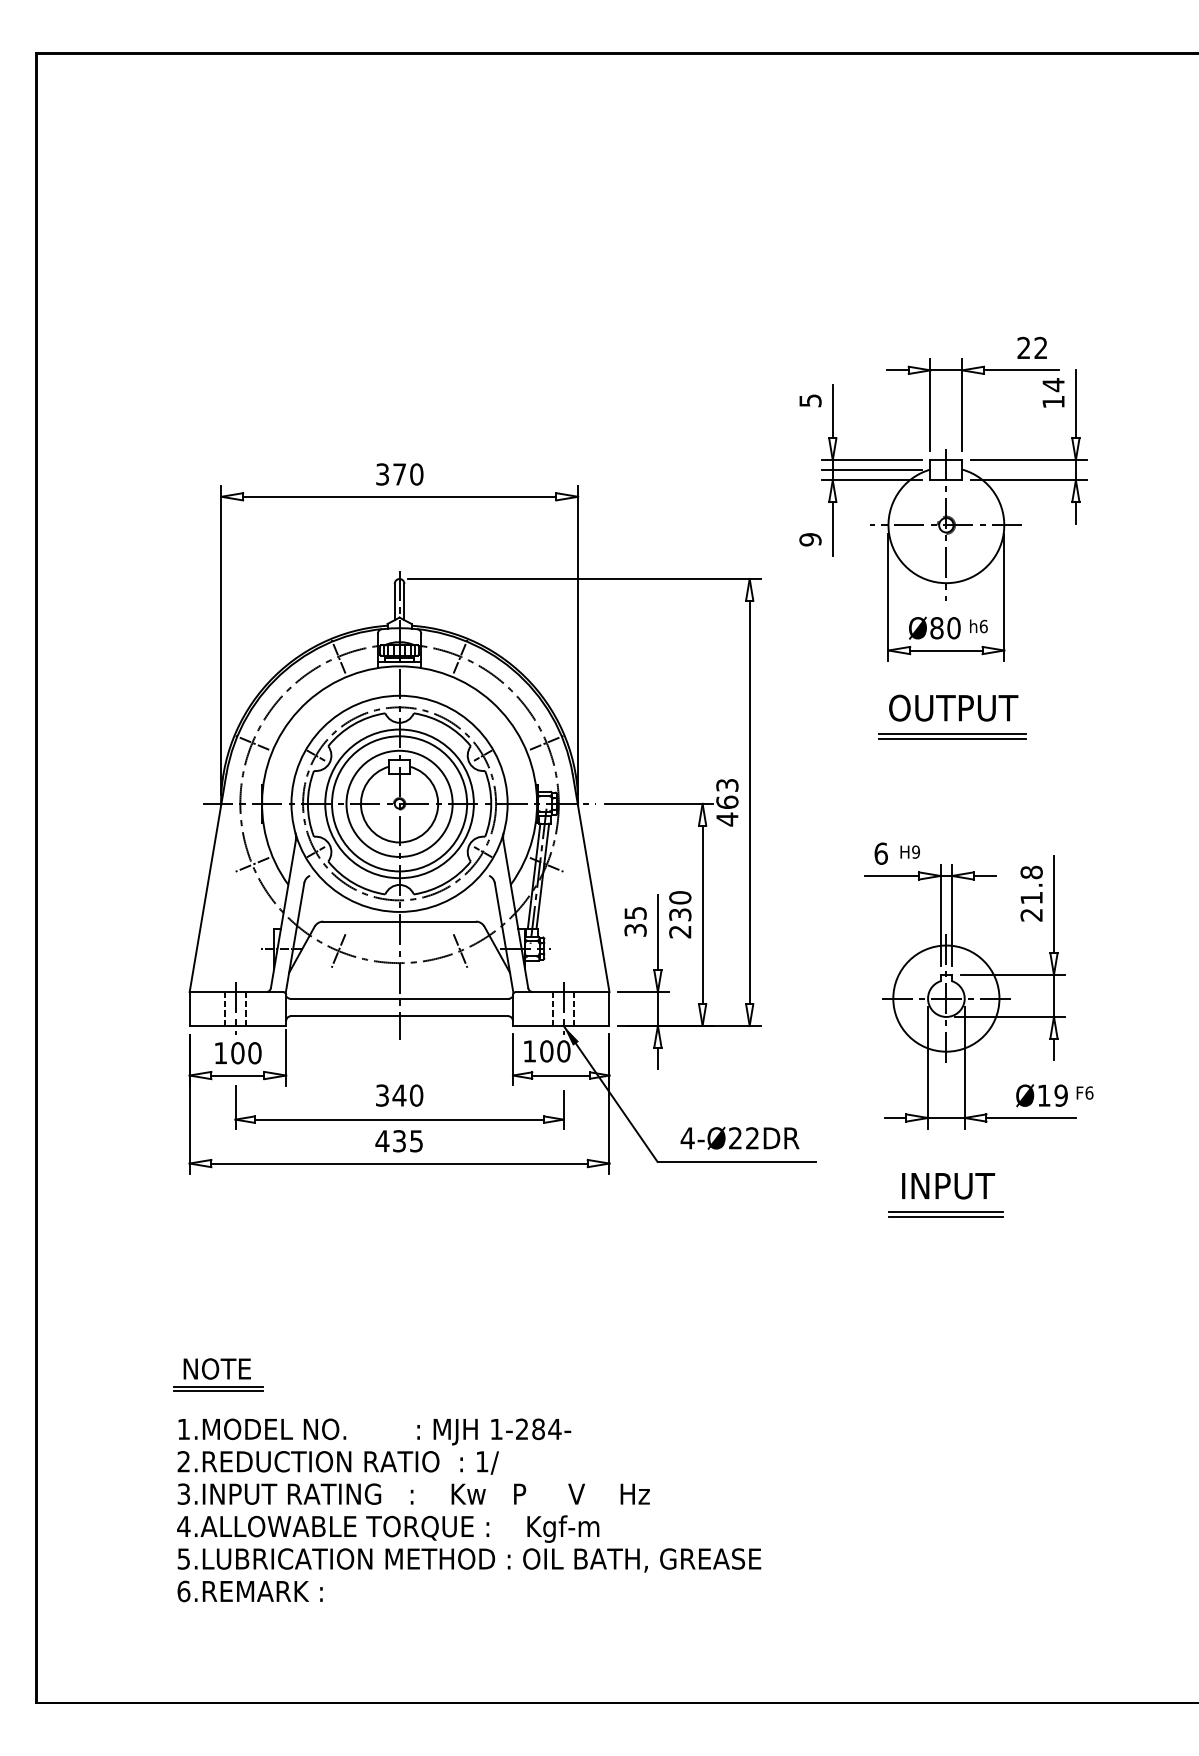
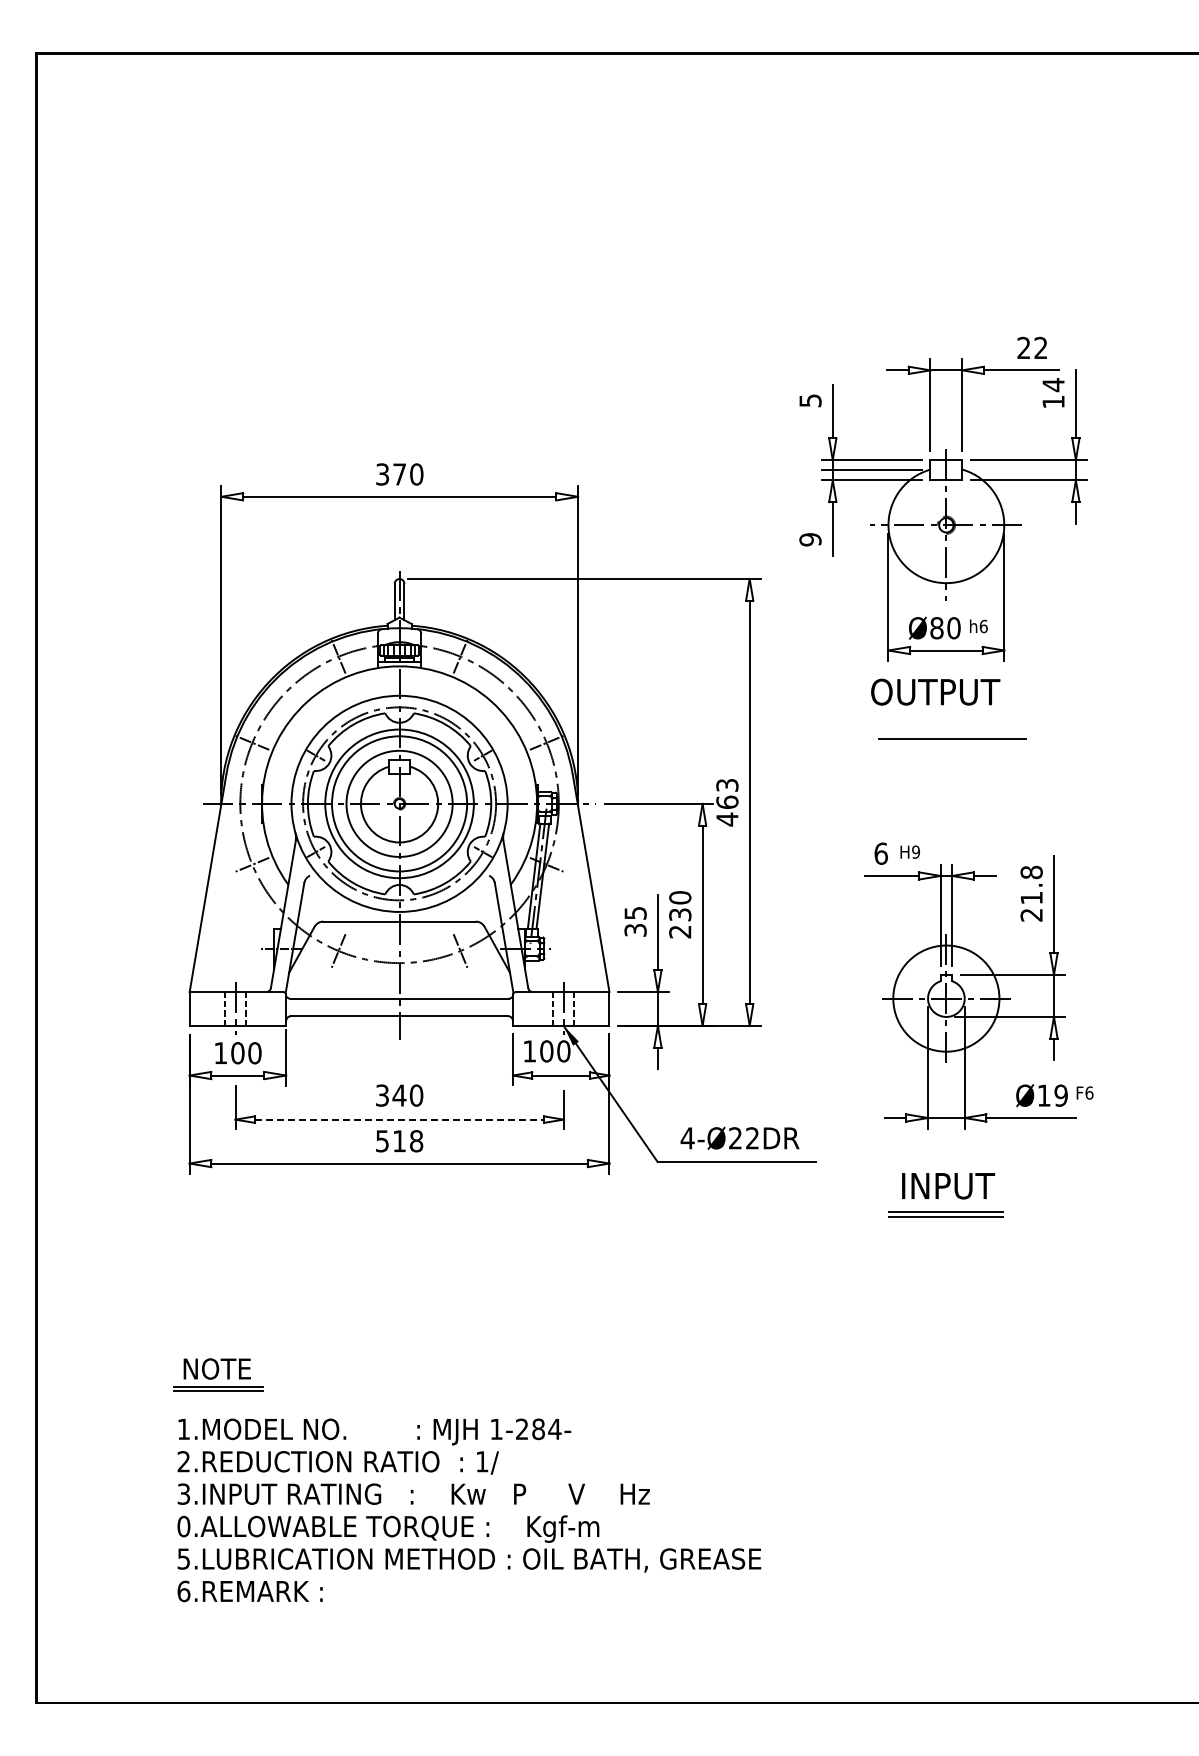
text at (953, 707) position: (953, 707) -> (935, 691)
line at (952, 734): present -> none
line at (399, 1119): solid -> dashed
text at (399, 1141): 435 -> 518
text at (183, 1526): 4.ALLOWABLE -> 0.ALLOWABLE
